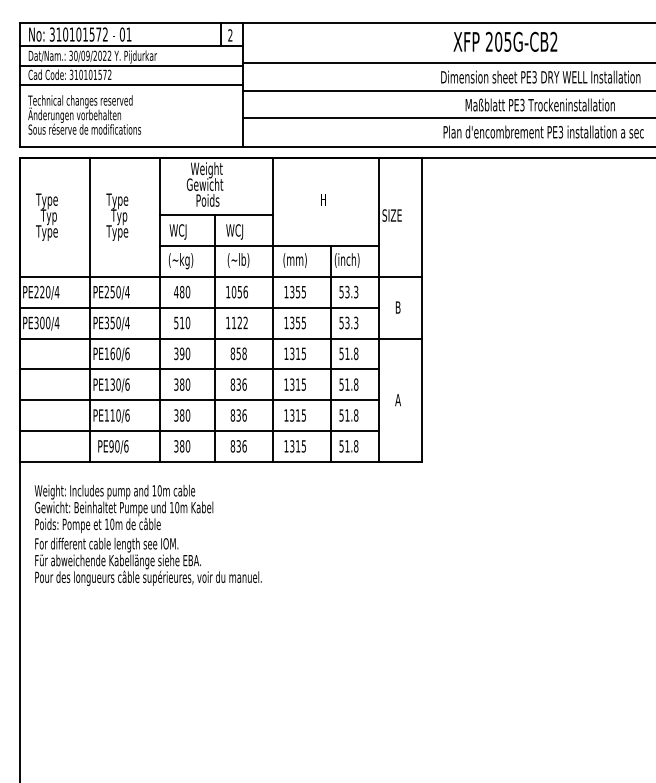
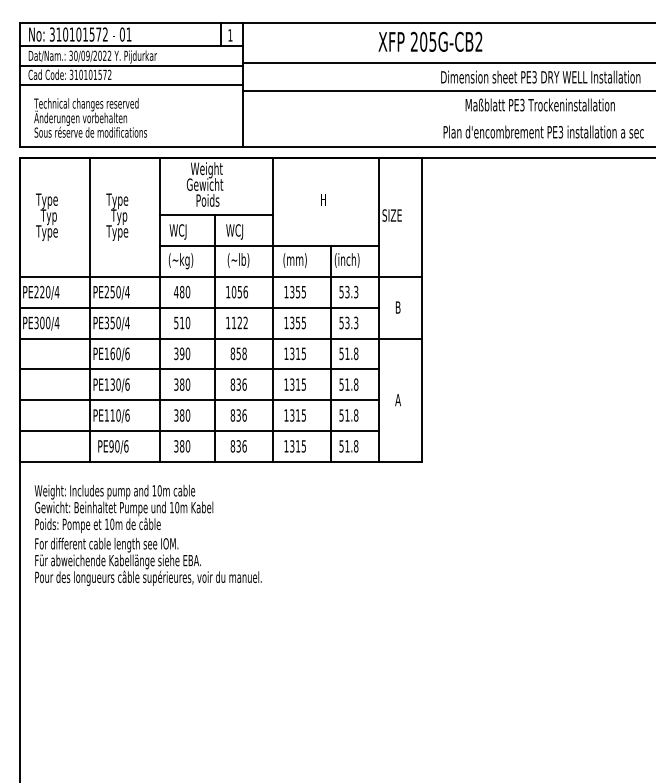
text at (230, 35): 2 -> 1
text at (505, 41) position: (505, 41) -> (430, 41)
text at (84, 114) position: (84, 114) -> (90, 117)
line at (447, 118): present -> none
